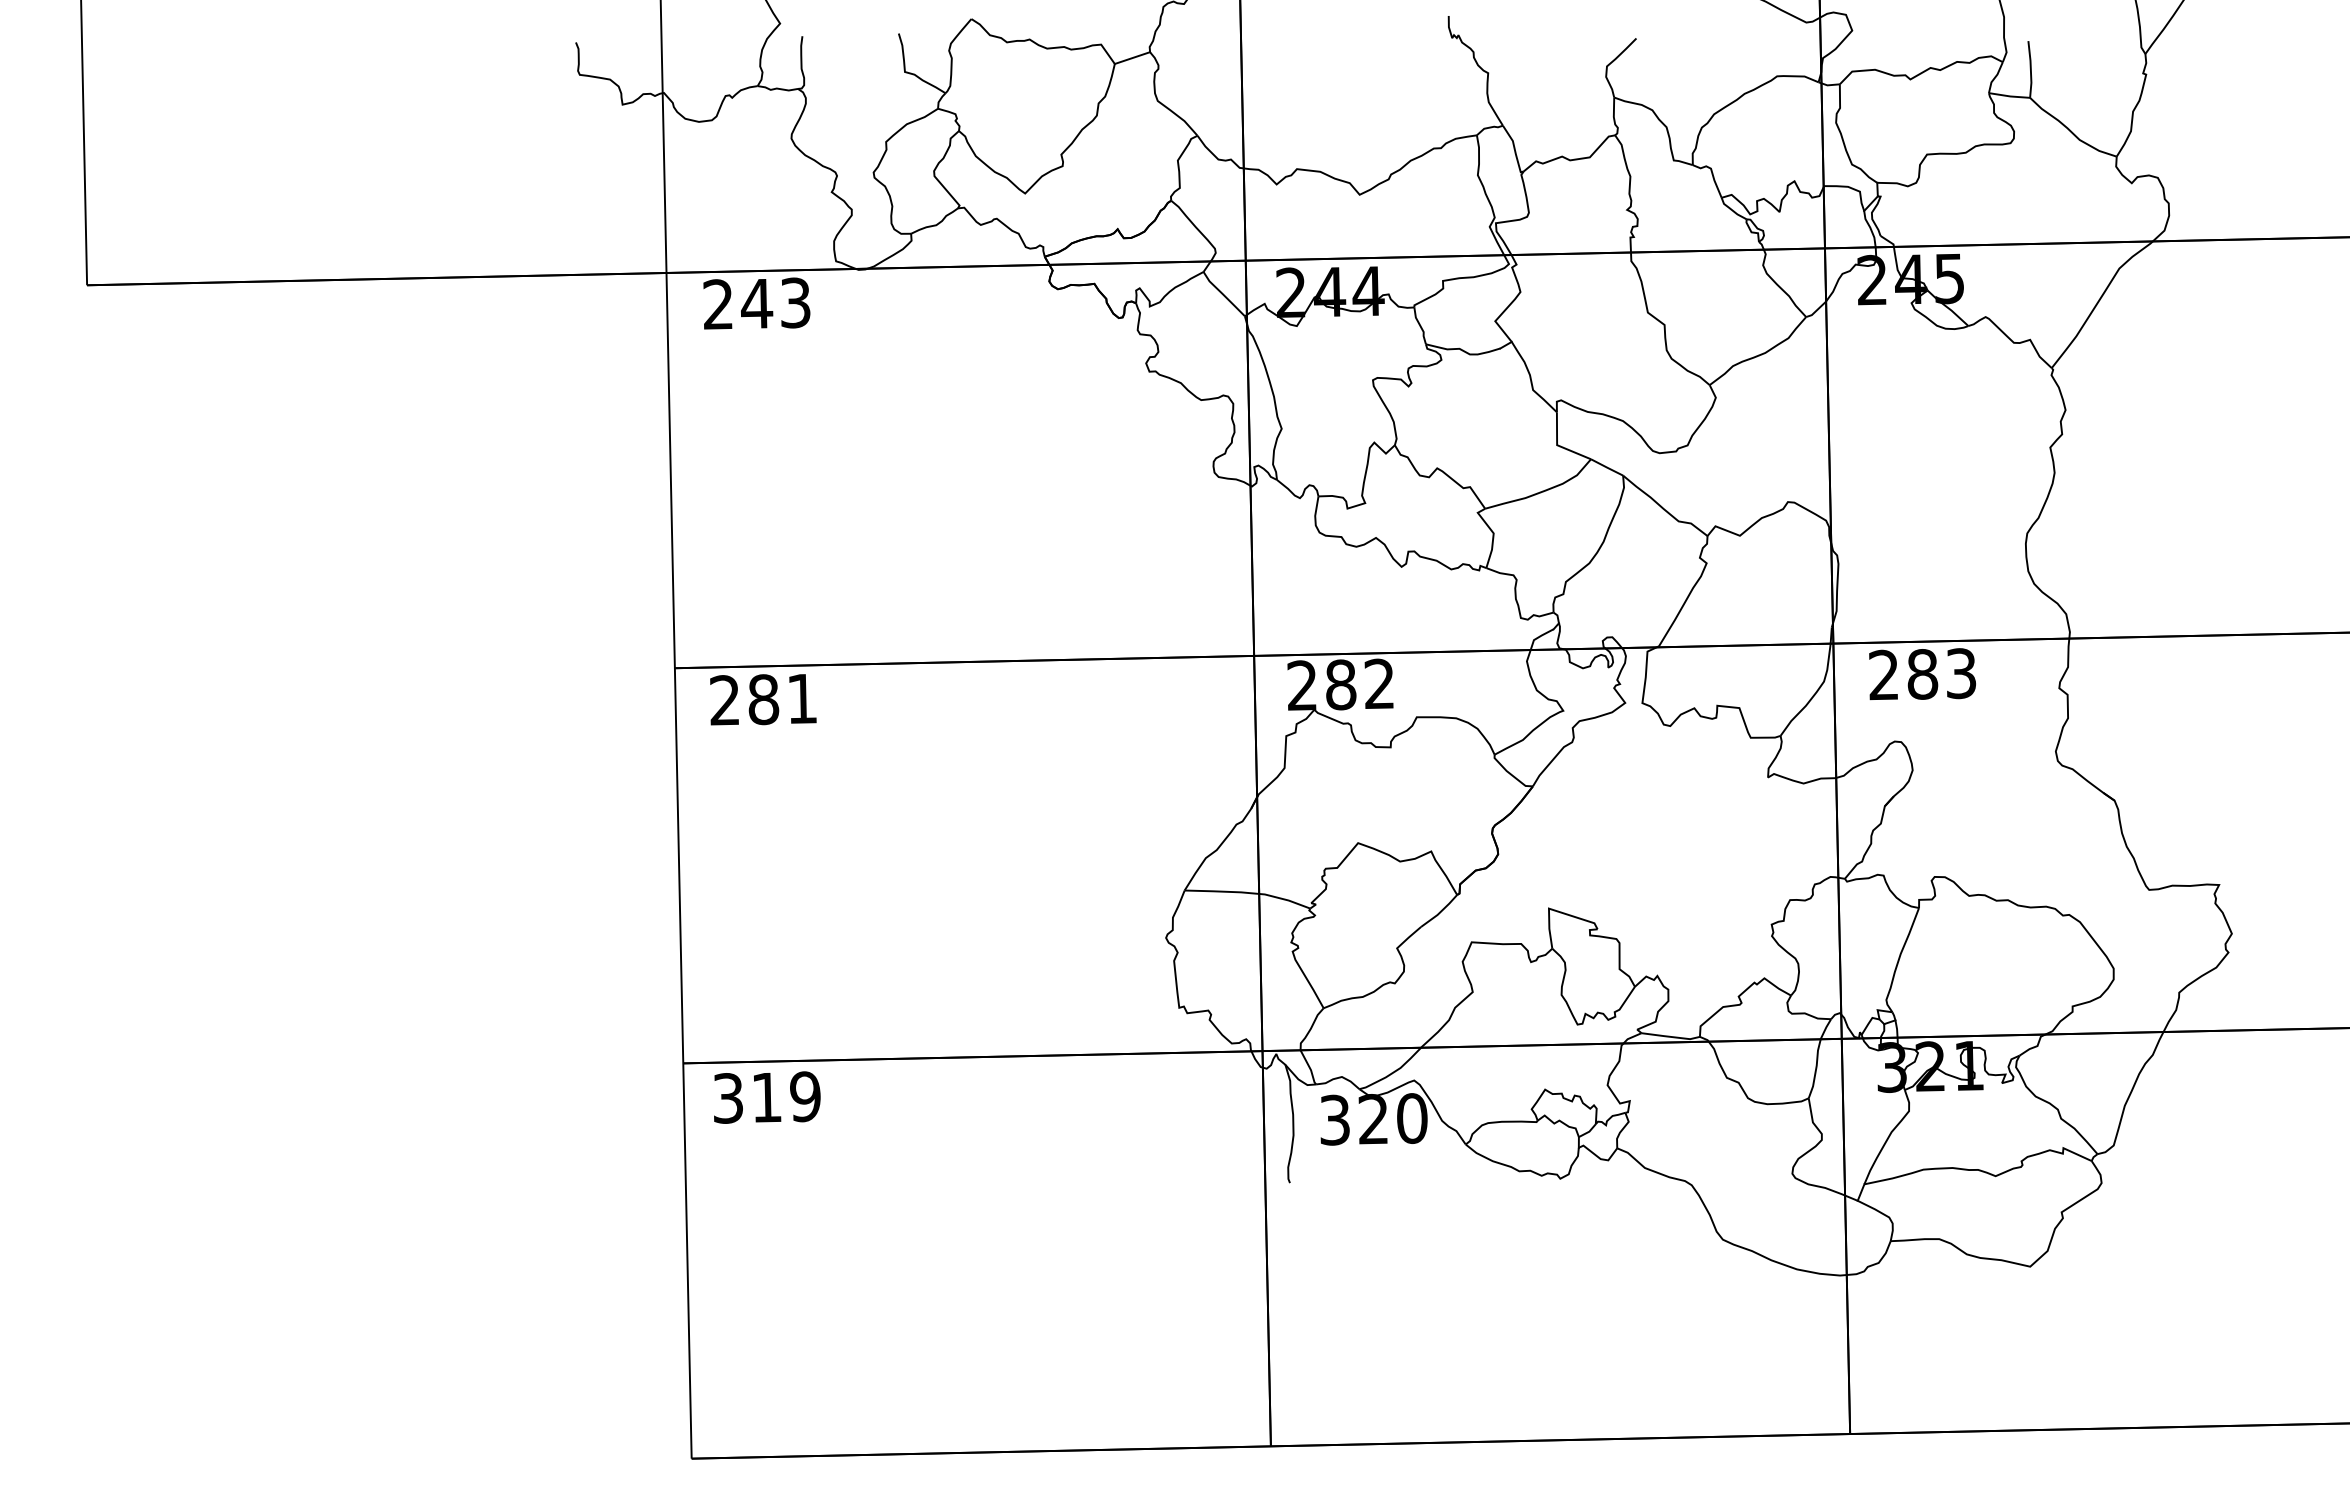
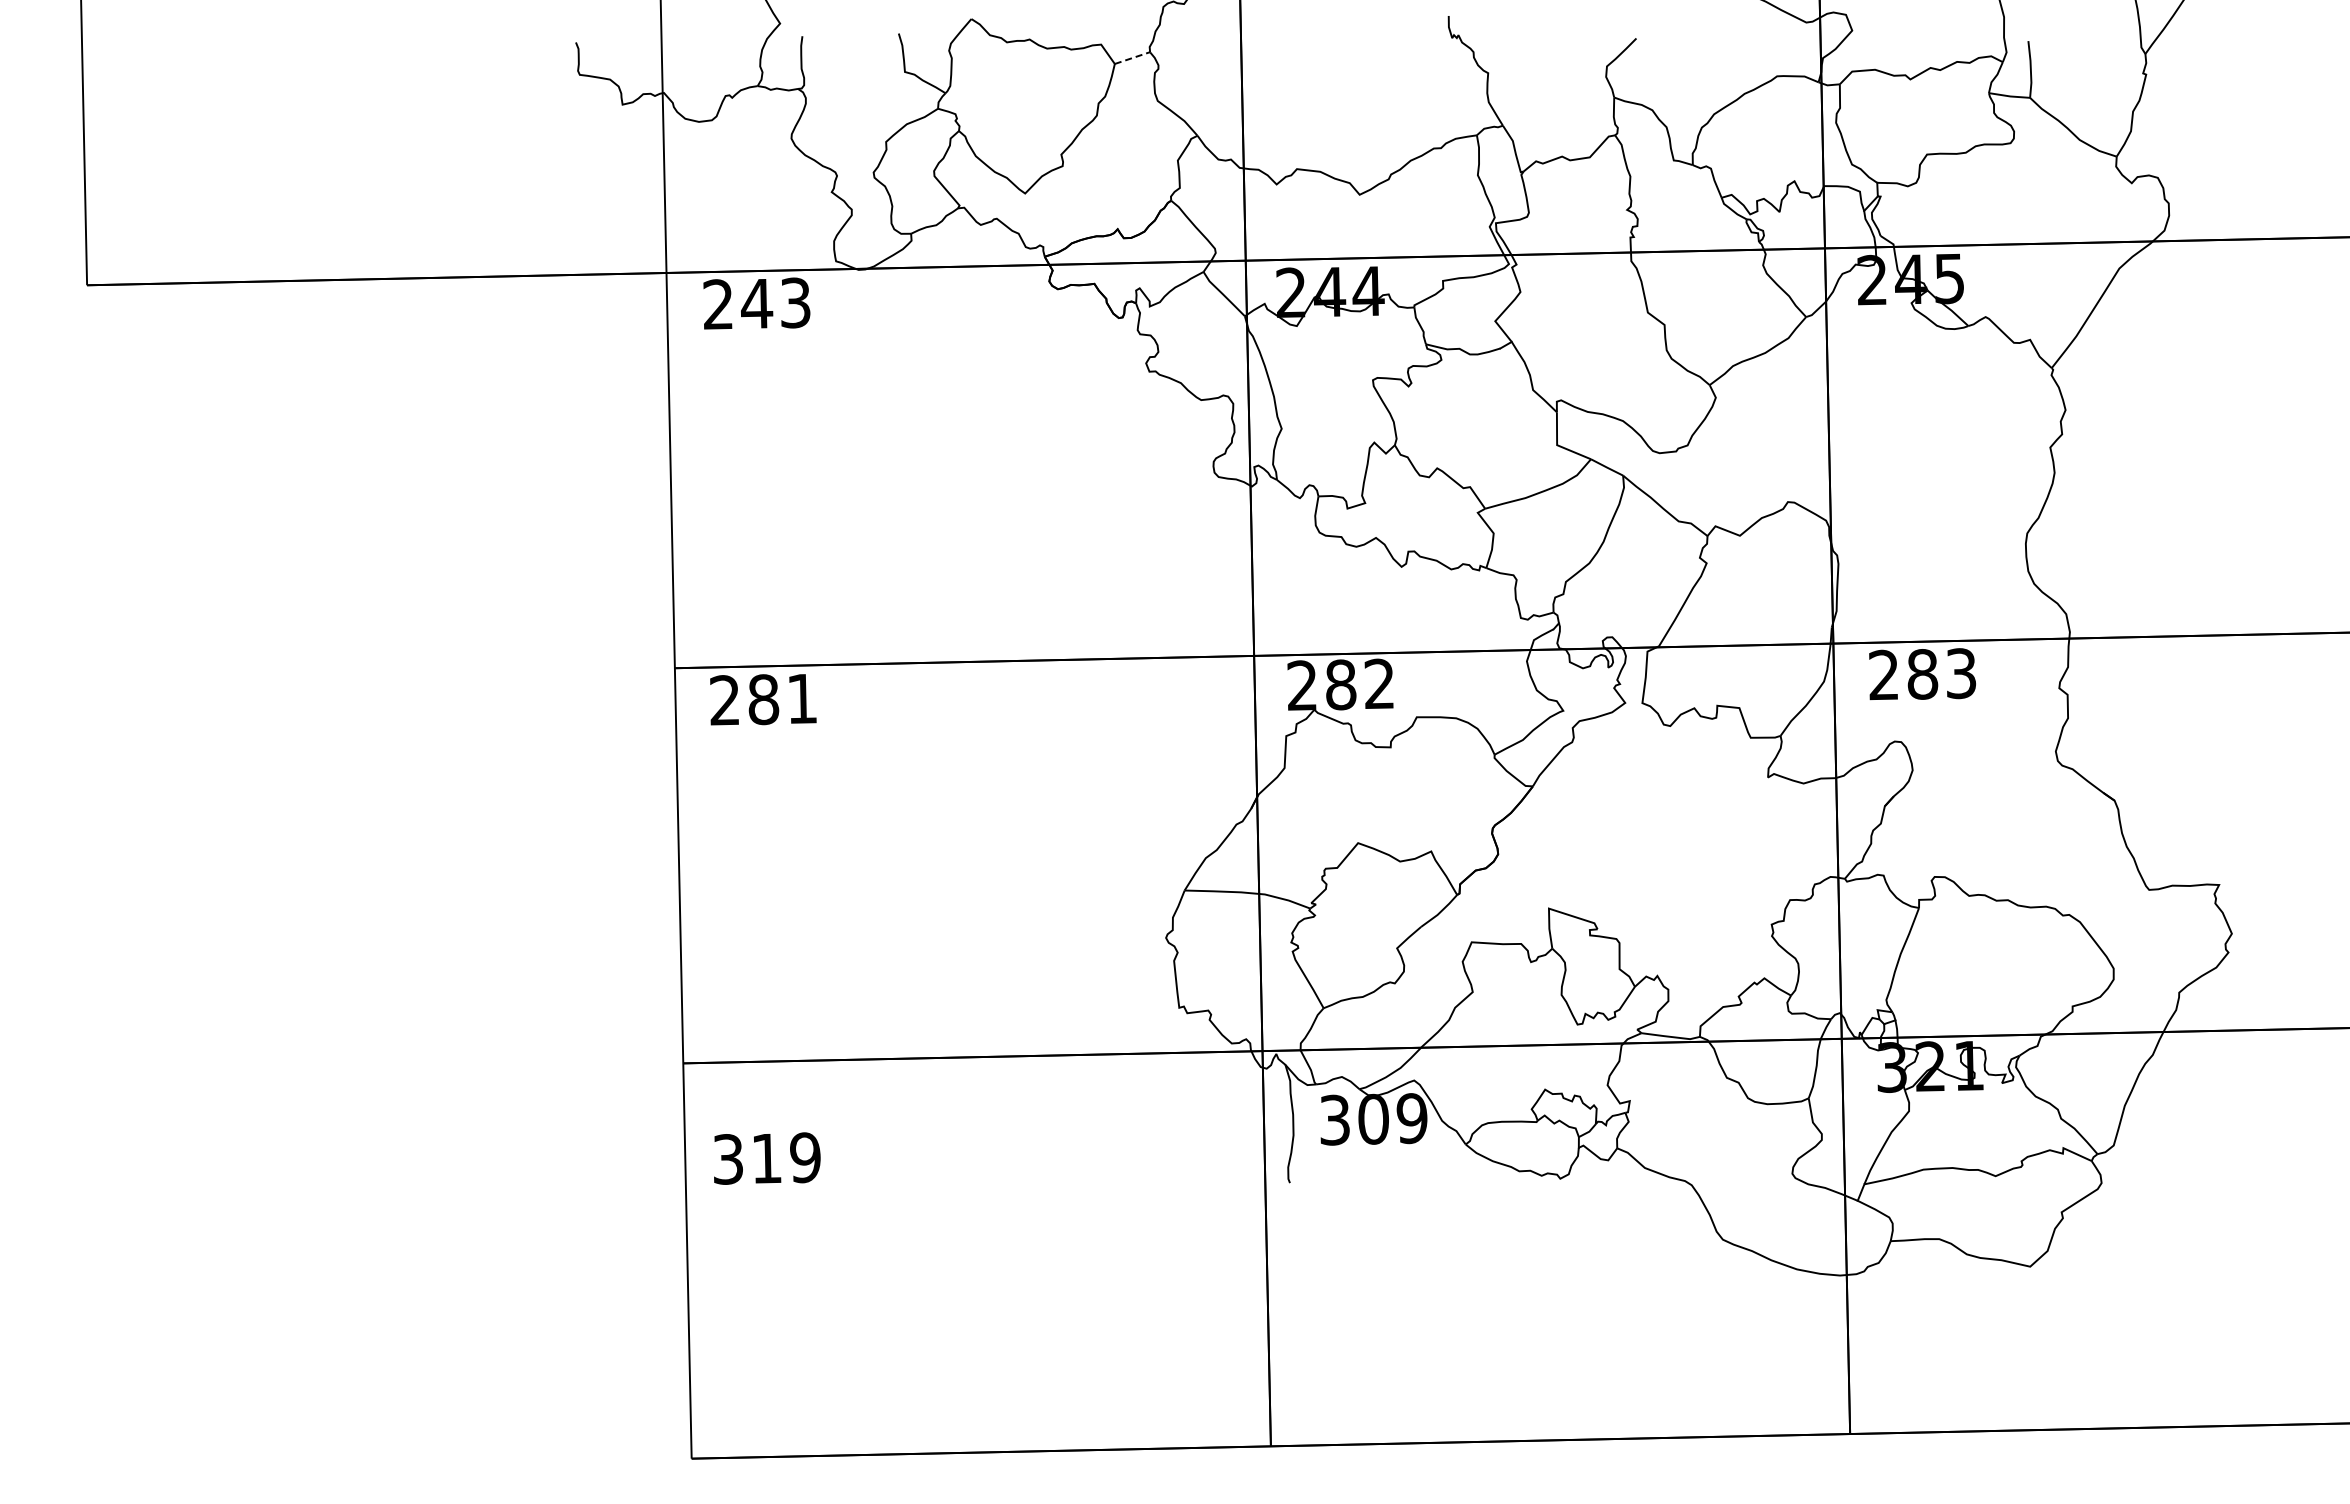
line at (1132, 58): solid -> dashed
text at (767, 1097) position: (767, 1097) -> (767, 1158)
text at (1392, 1118): 320 -> 309
